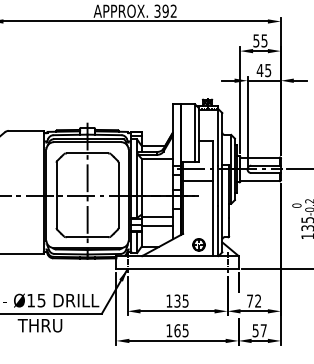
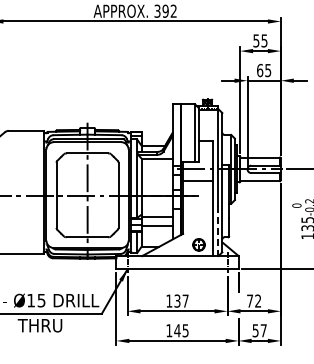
text at (259, 70): 45 -> 65
line at (217, 231): solid -> dashed
text at (185, 300): 135 -> 137
text at (177, 330): 165 -> 145
